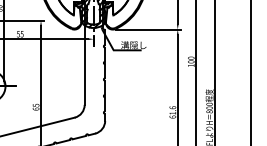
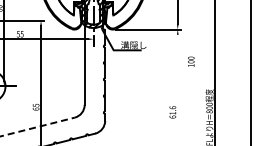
line at (196, 72): present -> none
line at (177, 88): present -> none
line at (38, 126): solid -> dashed
